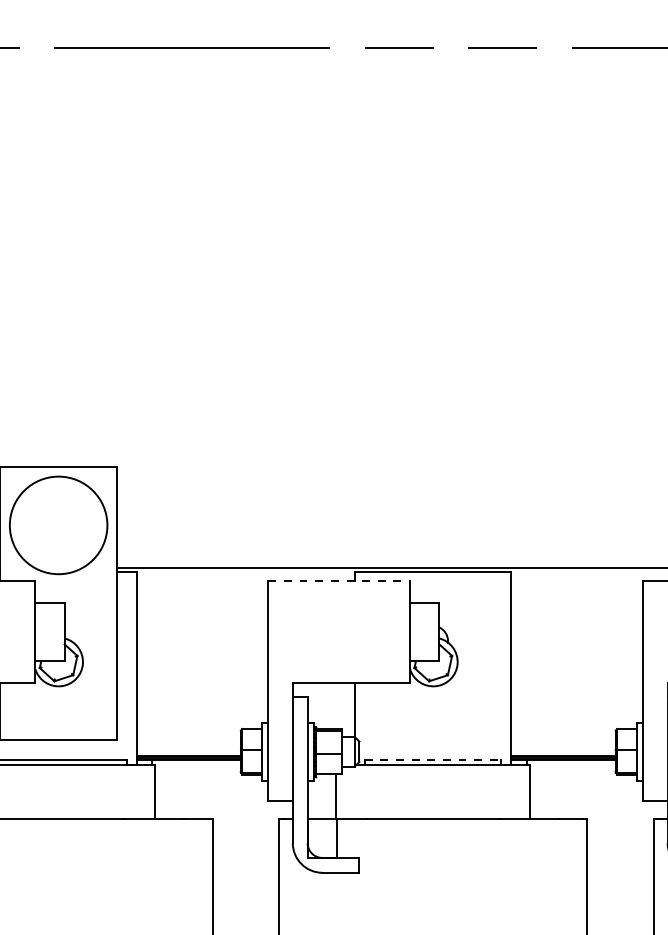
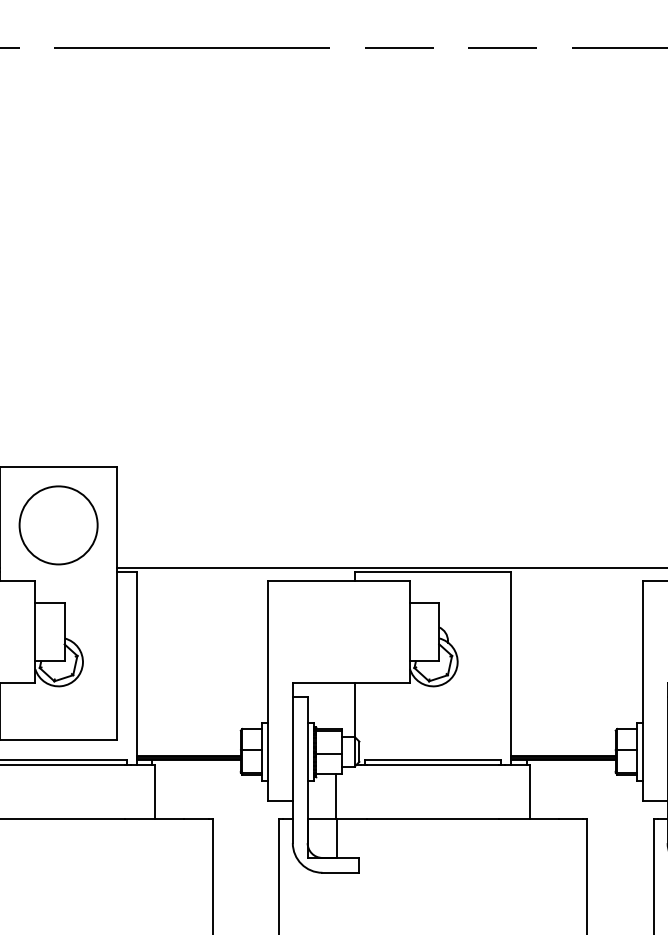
circle at (58, 525) diameter: 98 px -> 78 px
line at (339, 581): dashed -> solid
line at (433, 760): dashed -> solid
